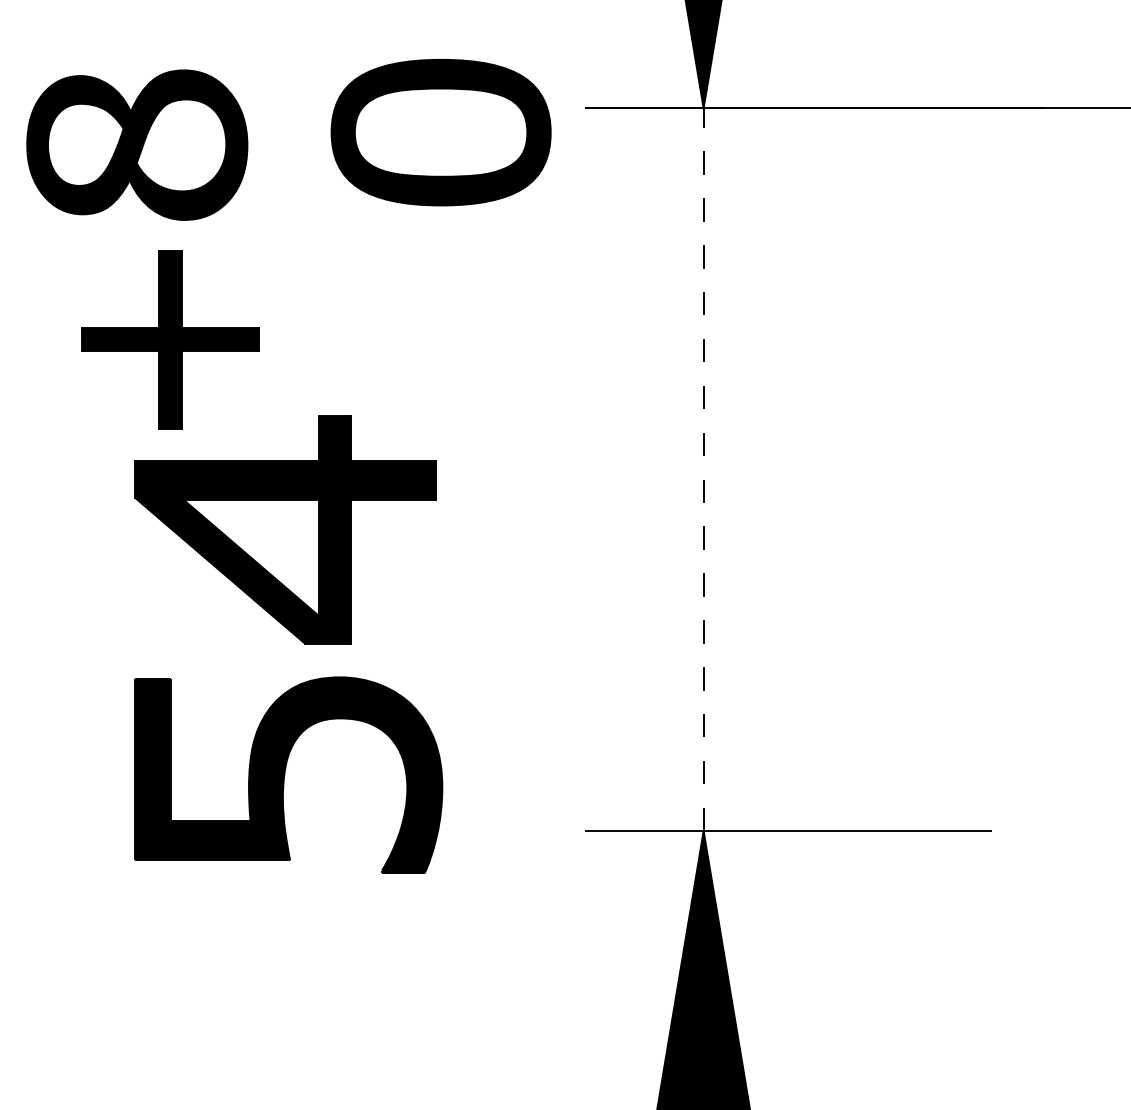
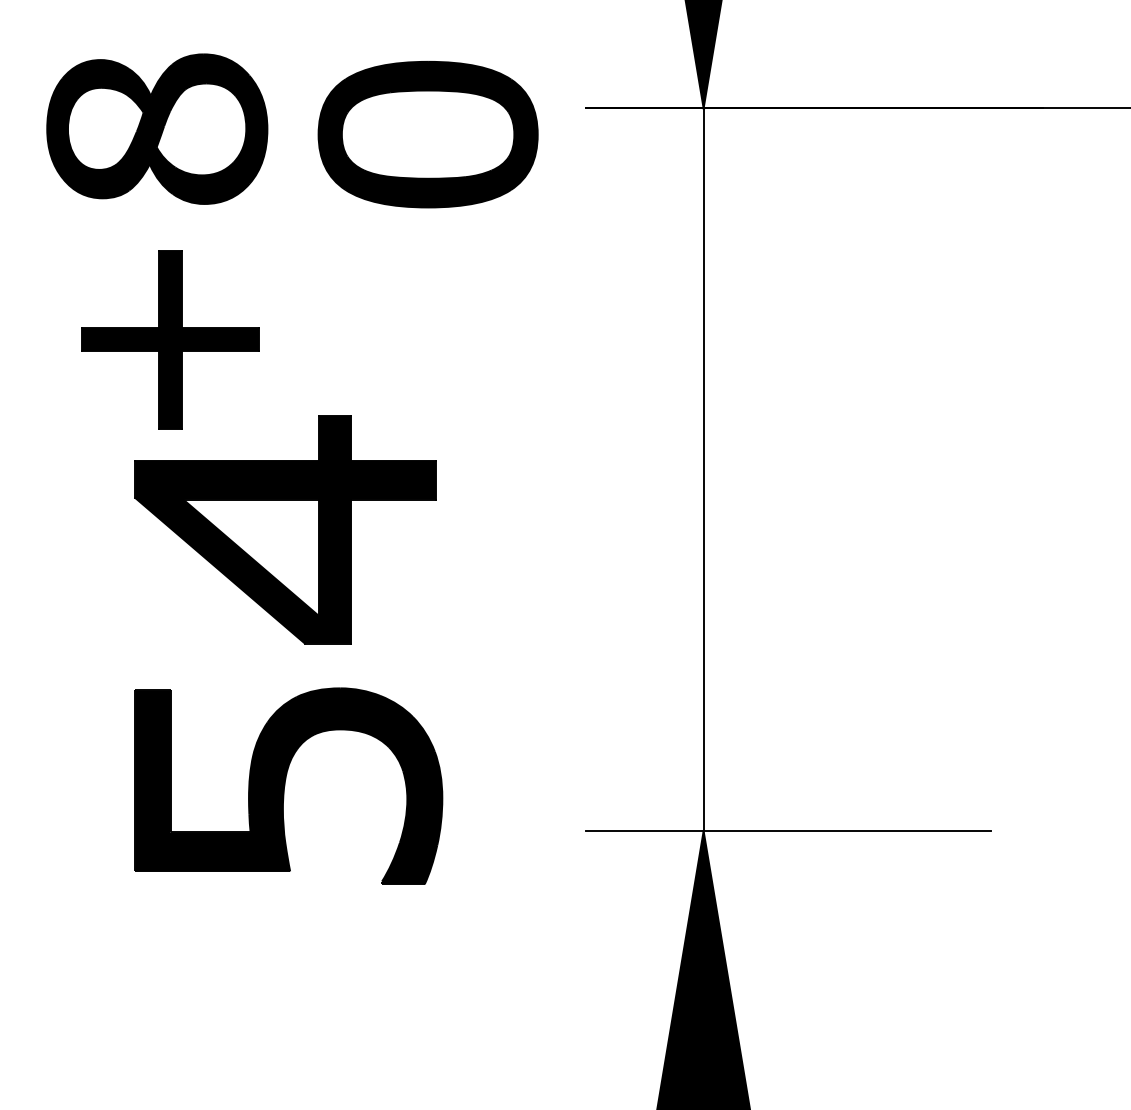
part at (440, 132) position: (440, 132) -> (427, 134)
part at (137, 144) position: (137, 144) -> (157, 128)
line at (703, 469): dashed -> solid
part at (288, 774) position: (288, 774) -> (288, 785)
